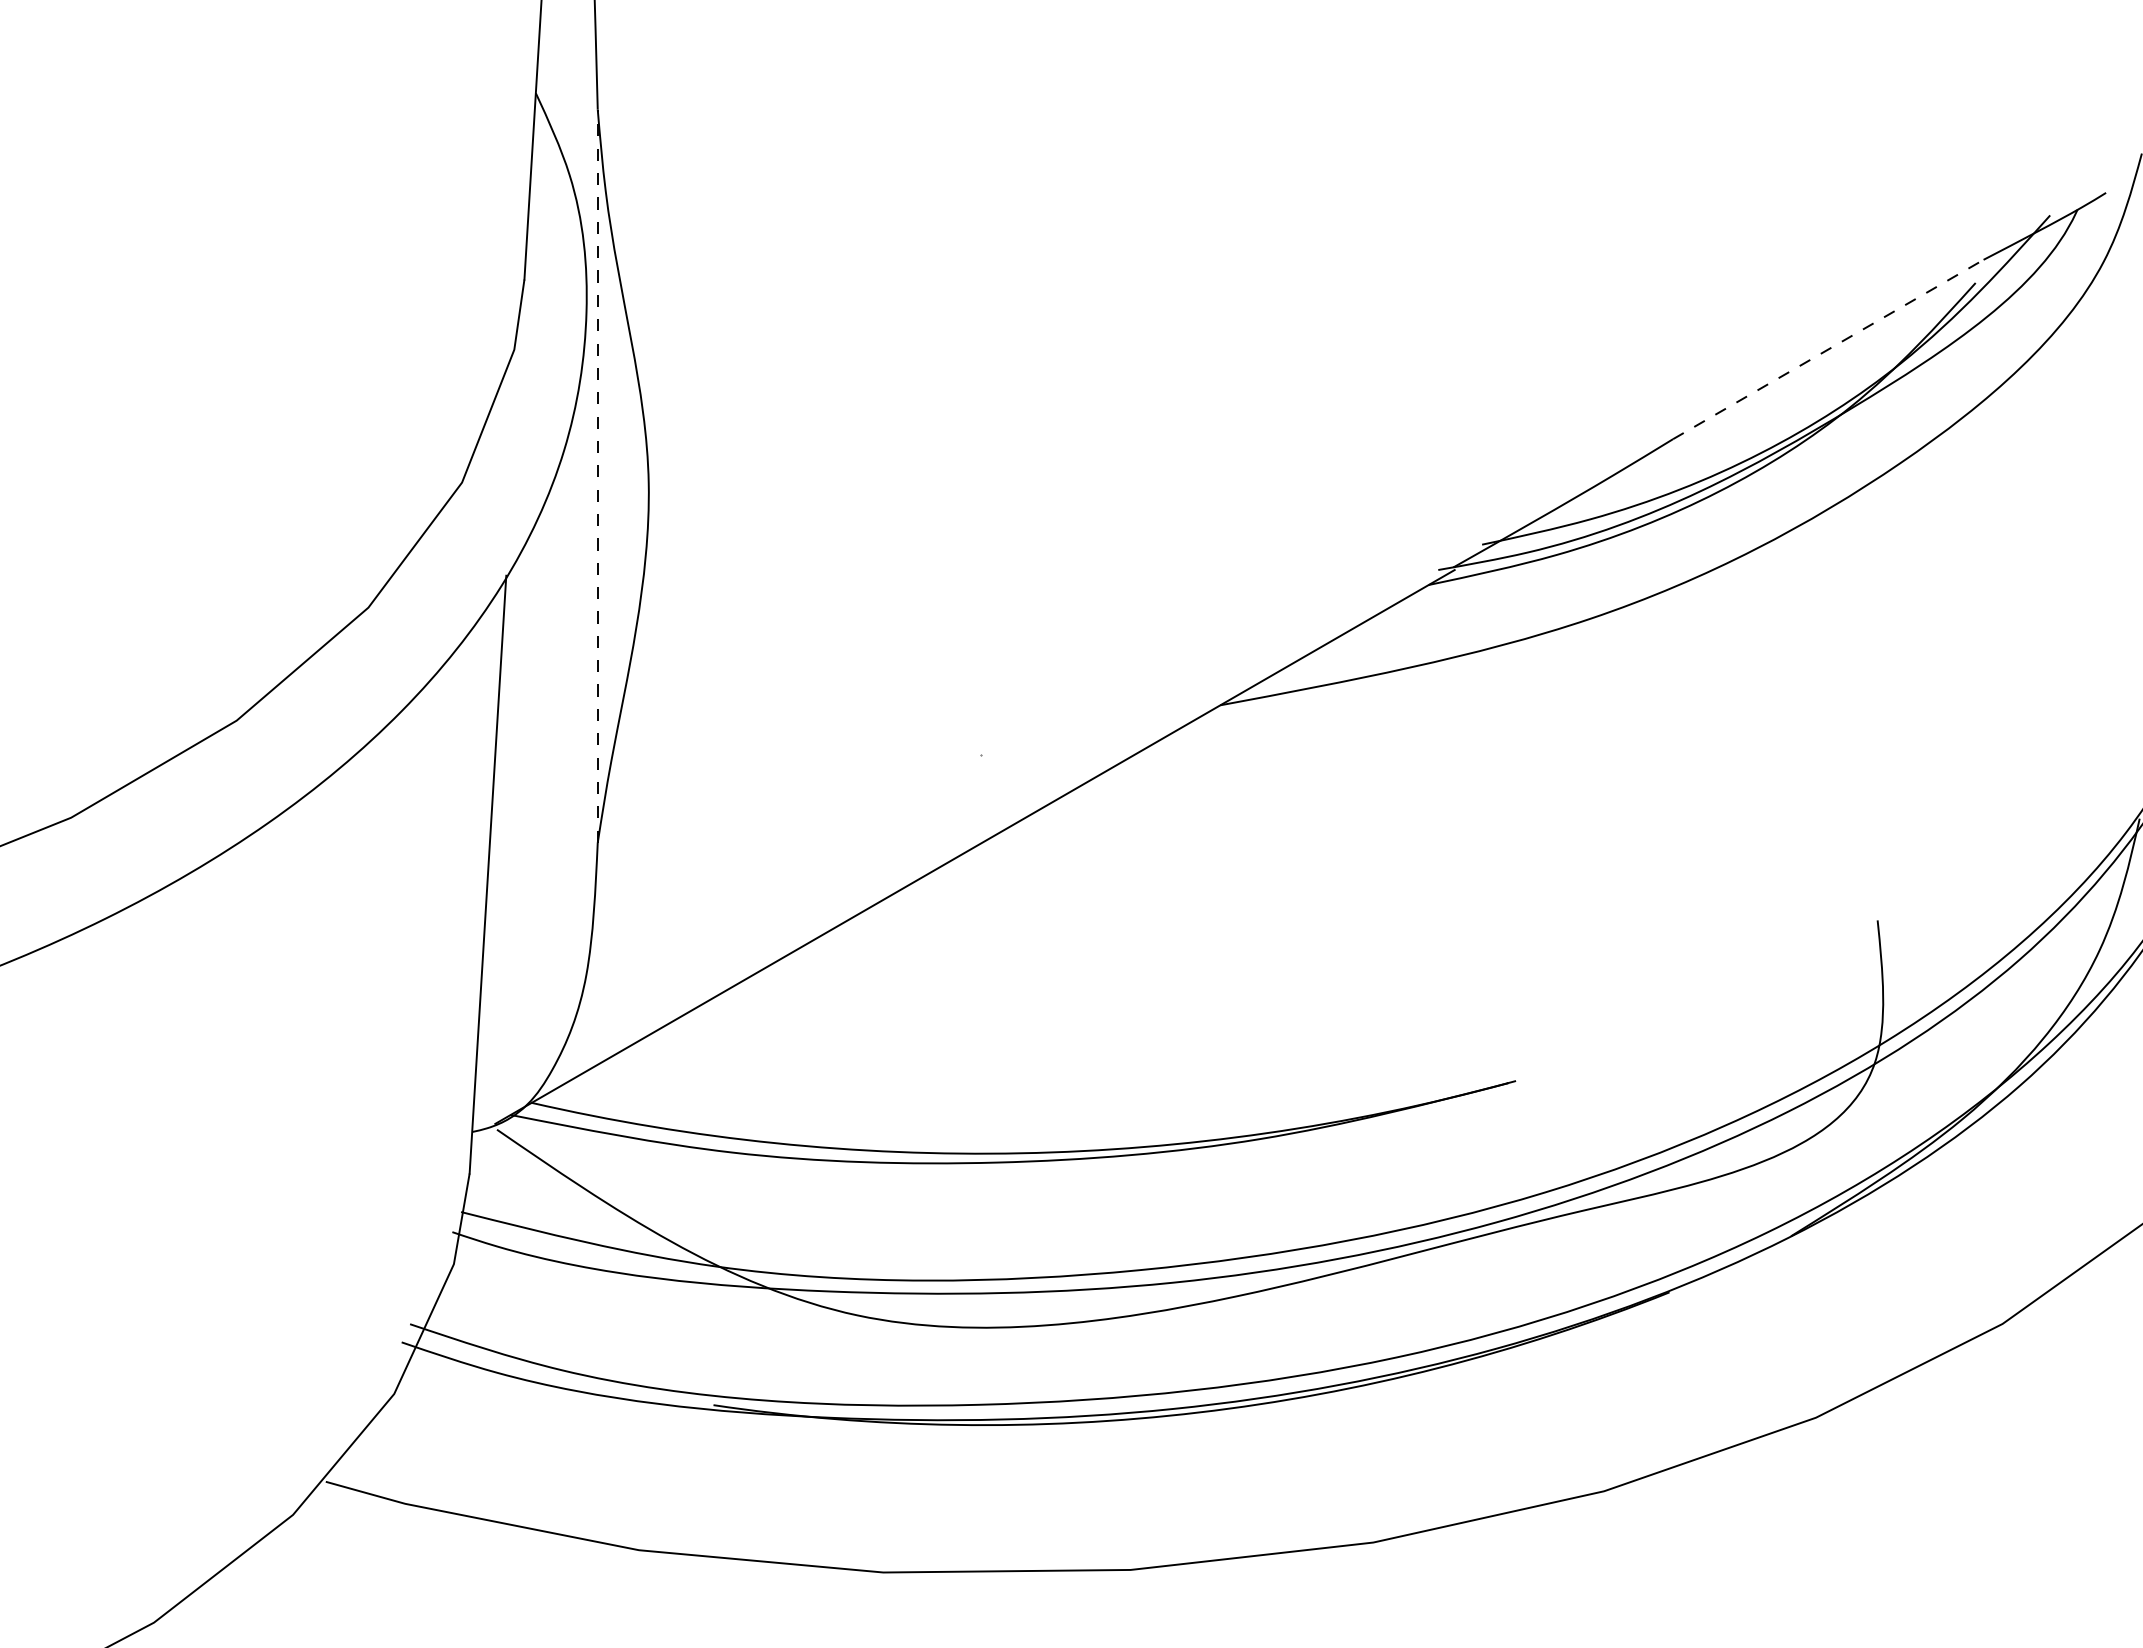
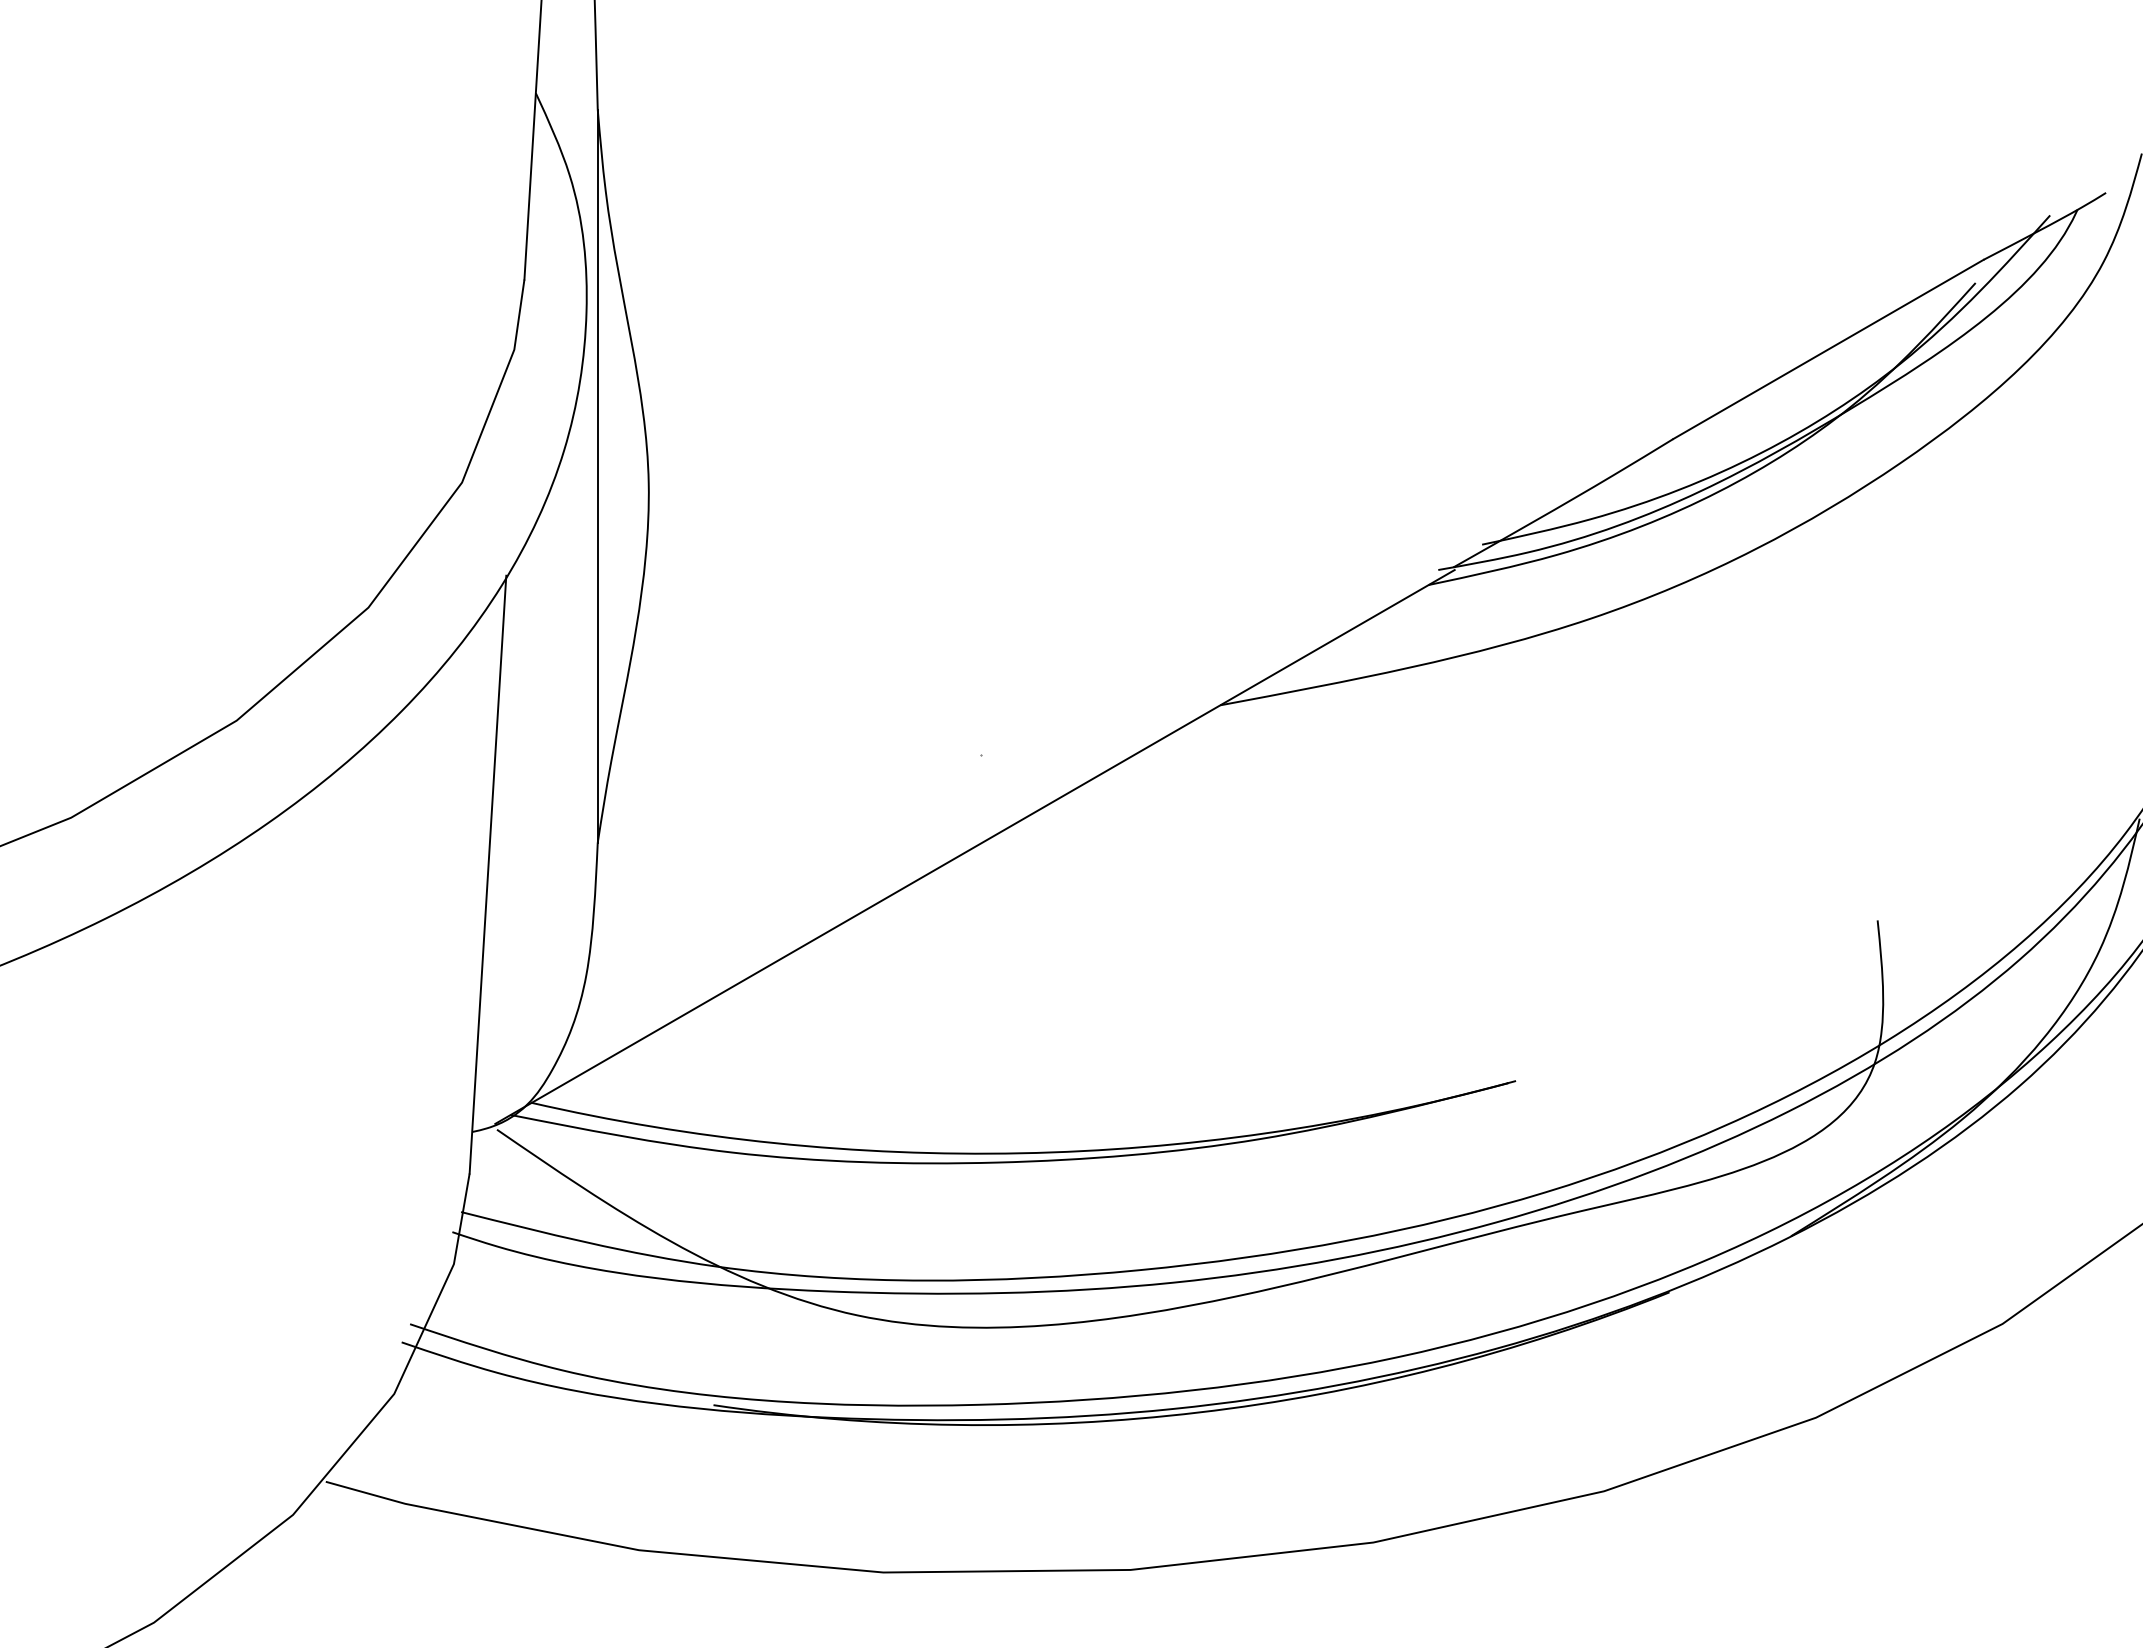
line at (1828, 349): dashed -> solid
line at (597, 476): dashed -> solid
